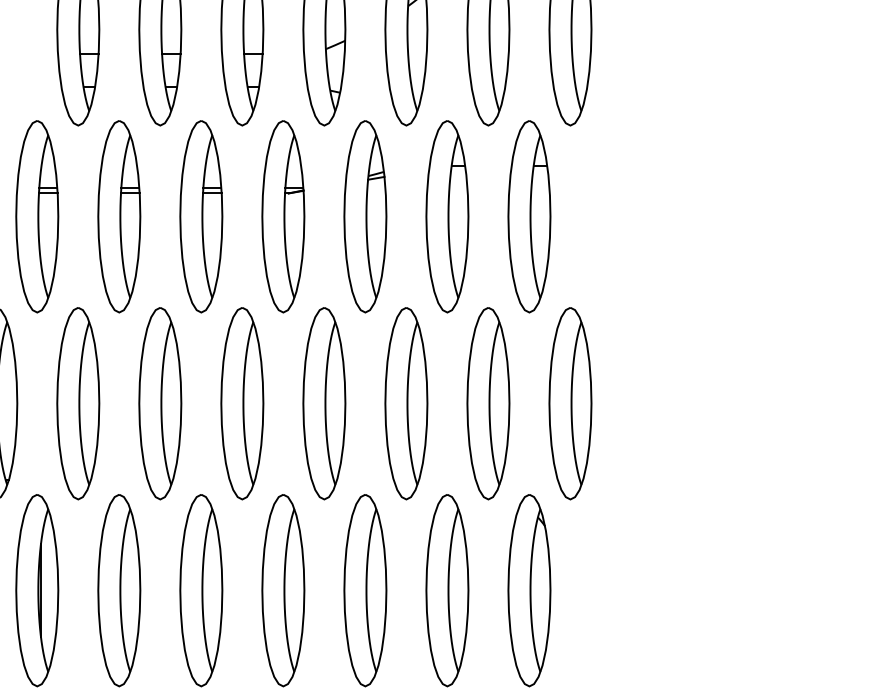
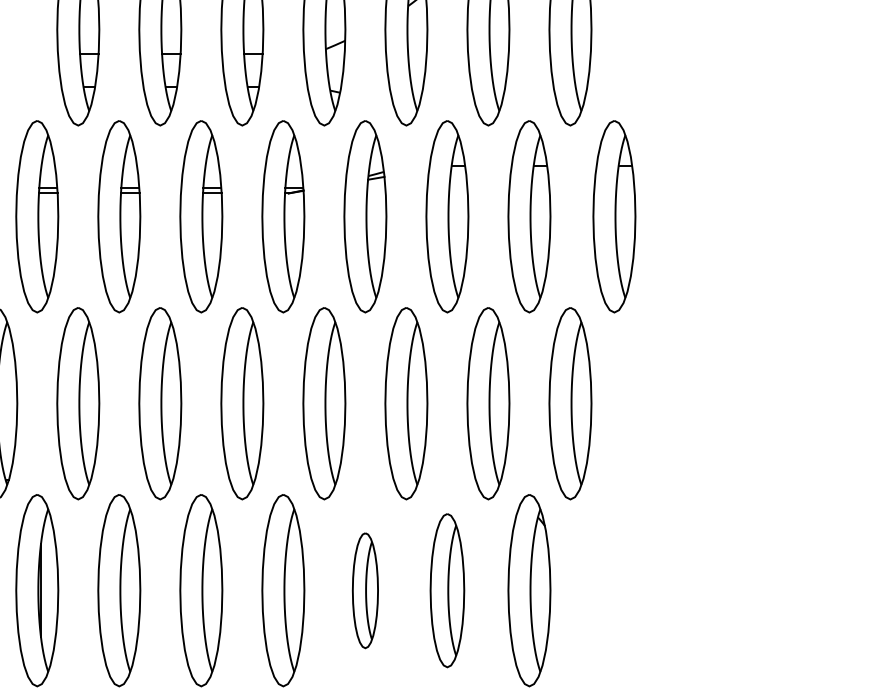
part at (614, 216): none -> present
part at (365, 590) size: 45x194 px -> 28x118 px
part at (447, 590) size: 45x194 px -> 37x156 px
